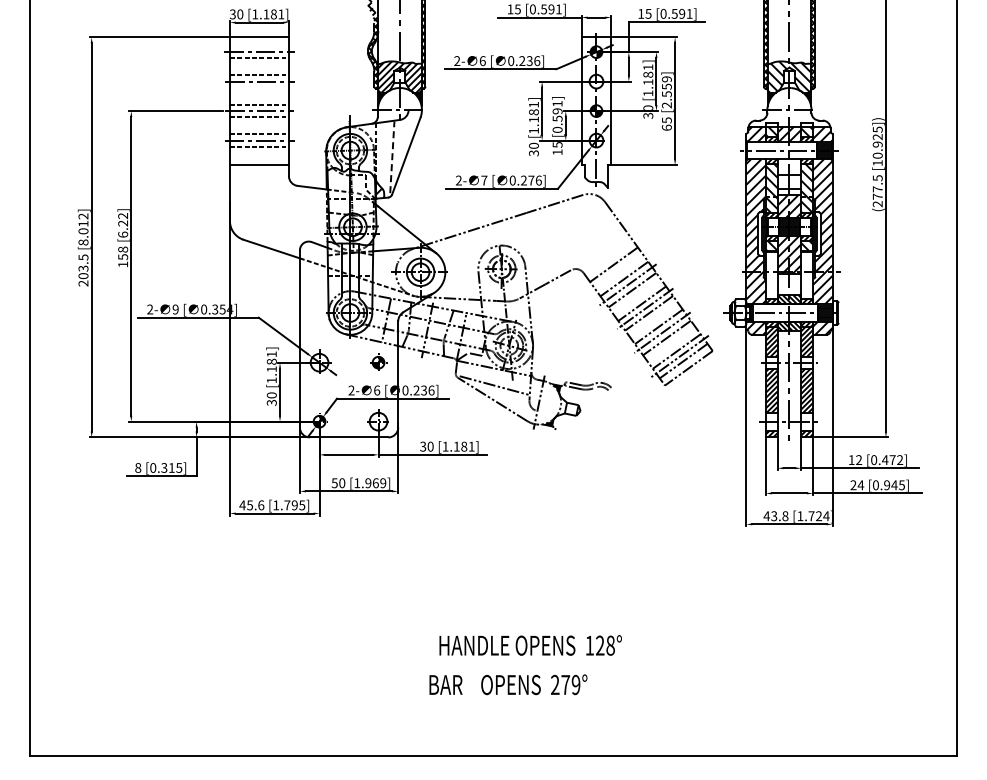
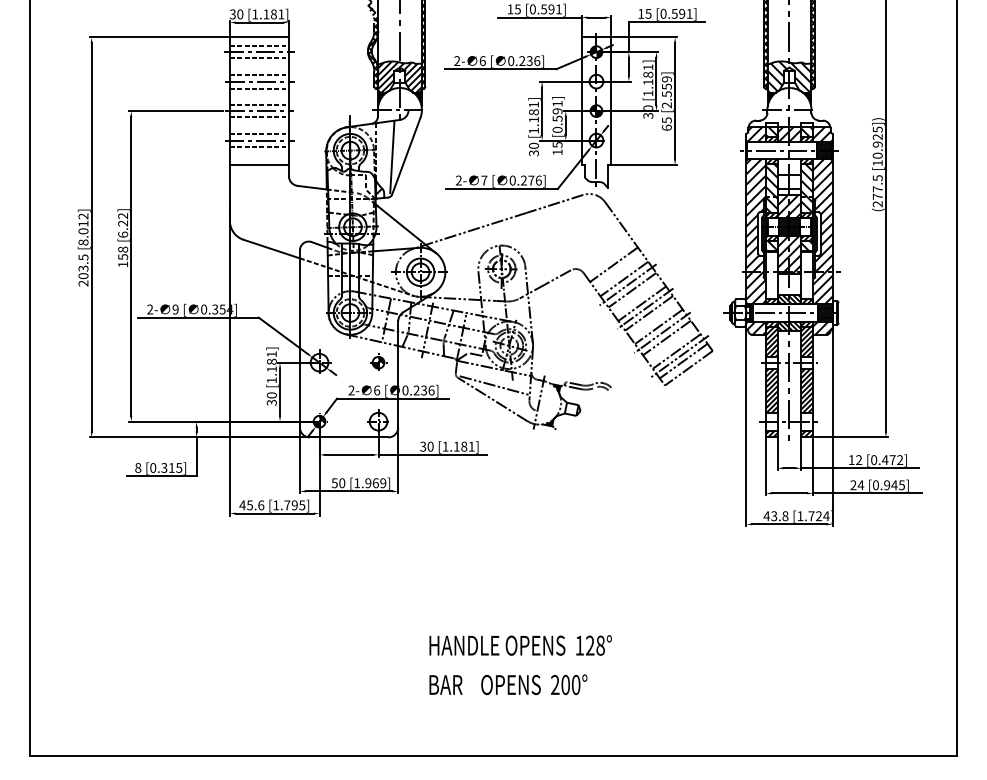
line at (258, 46): none -> present
line at (258, 88): none -> present
line at (392, 157): dashed -> solid
text at (530, 645) position: (530, 645) -> (520, 645)
text at (570, 684): 279° -> 200°
